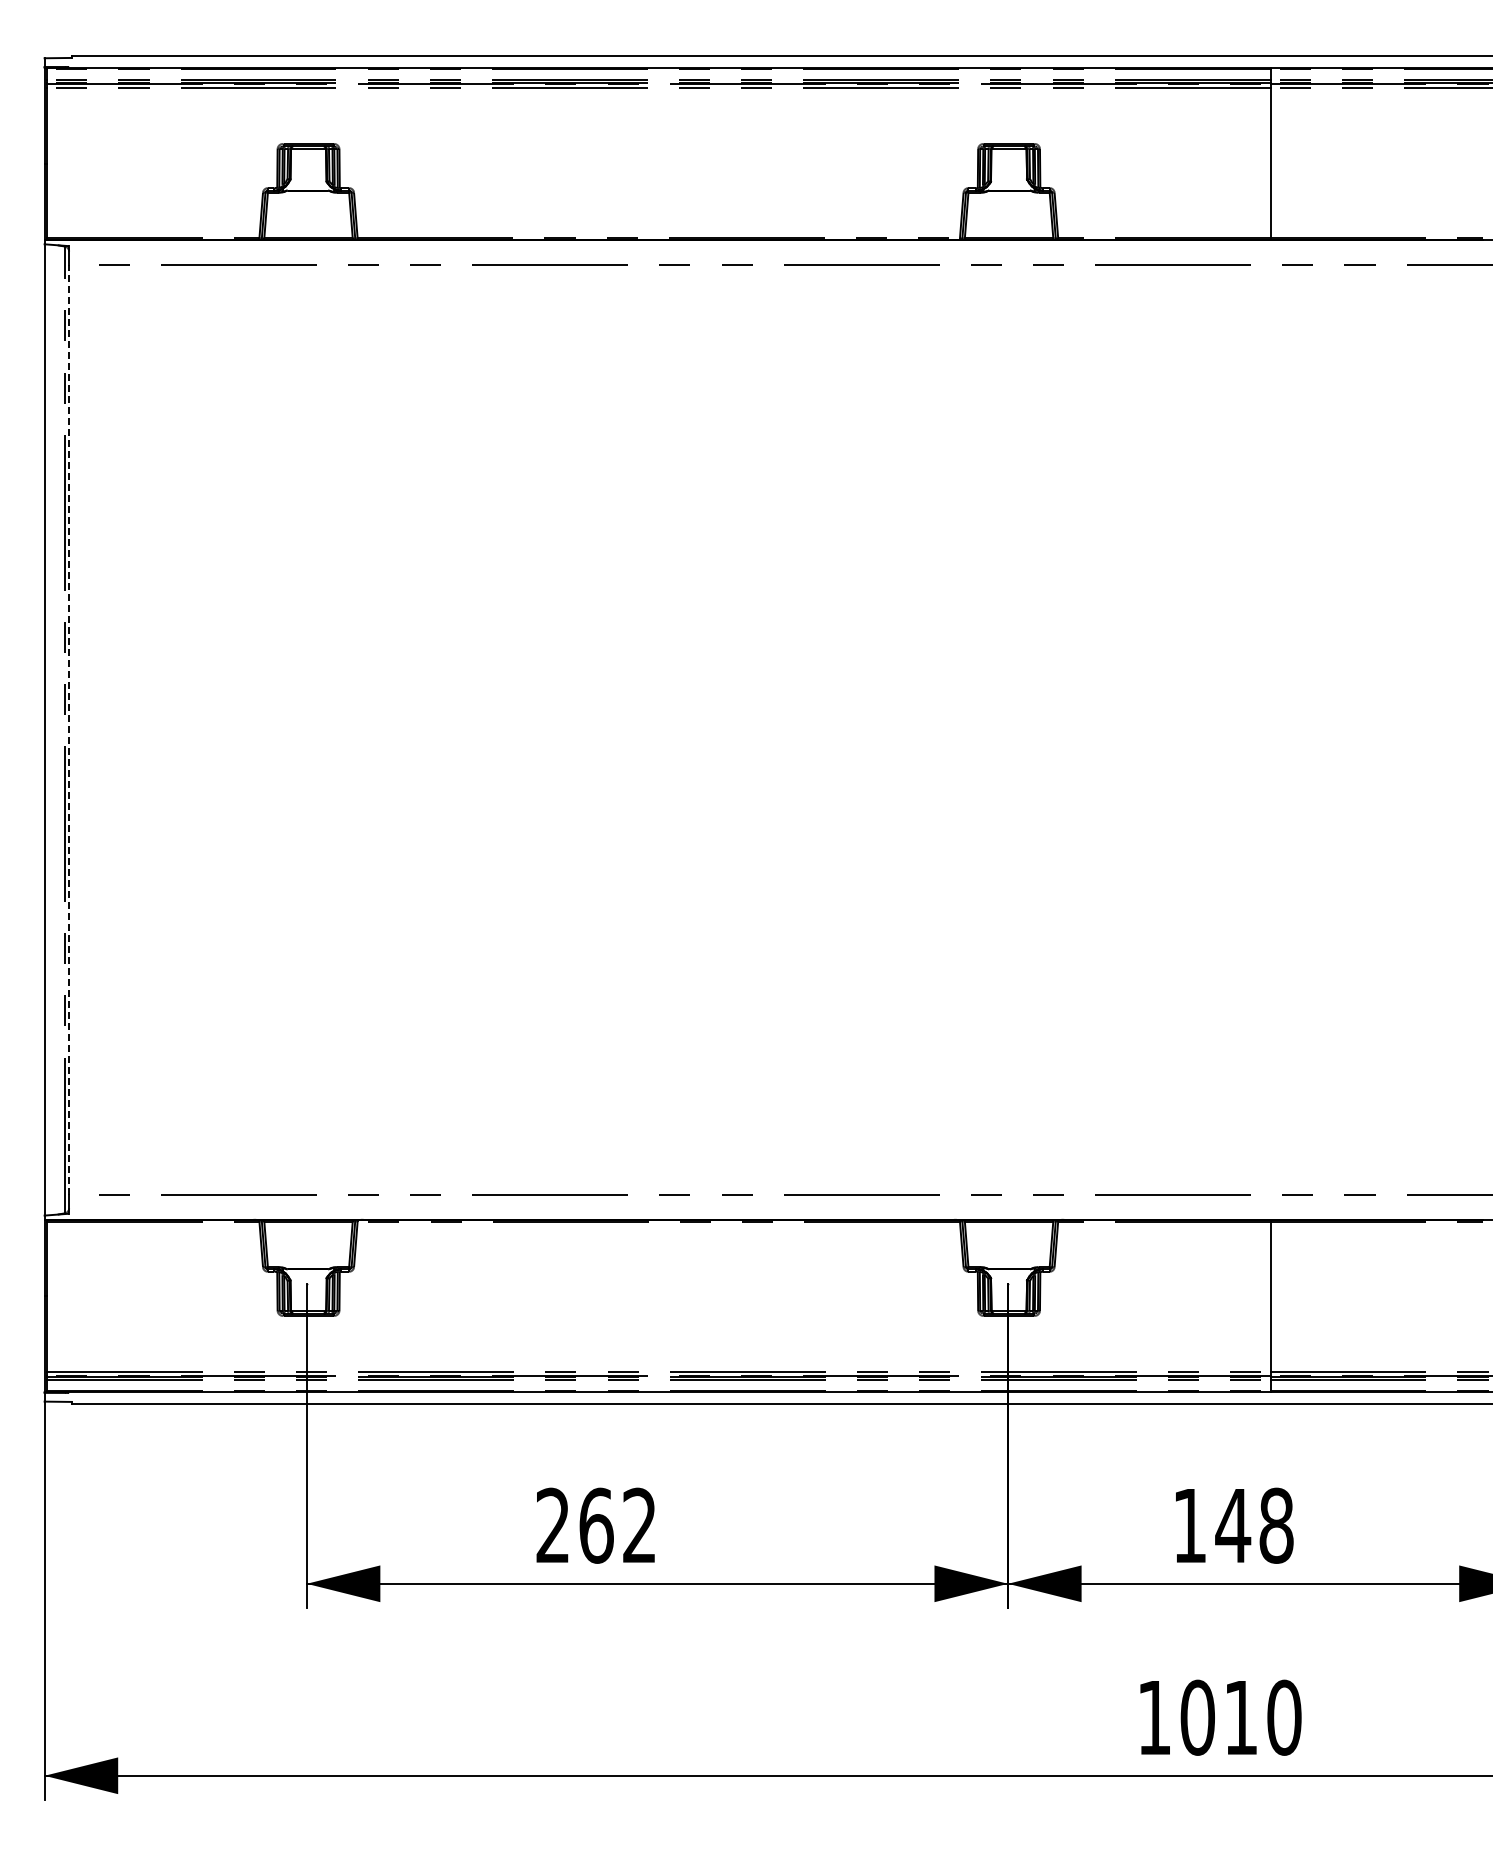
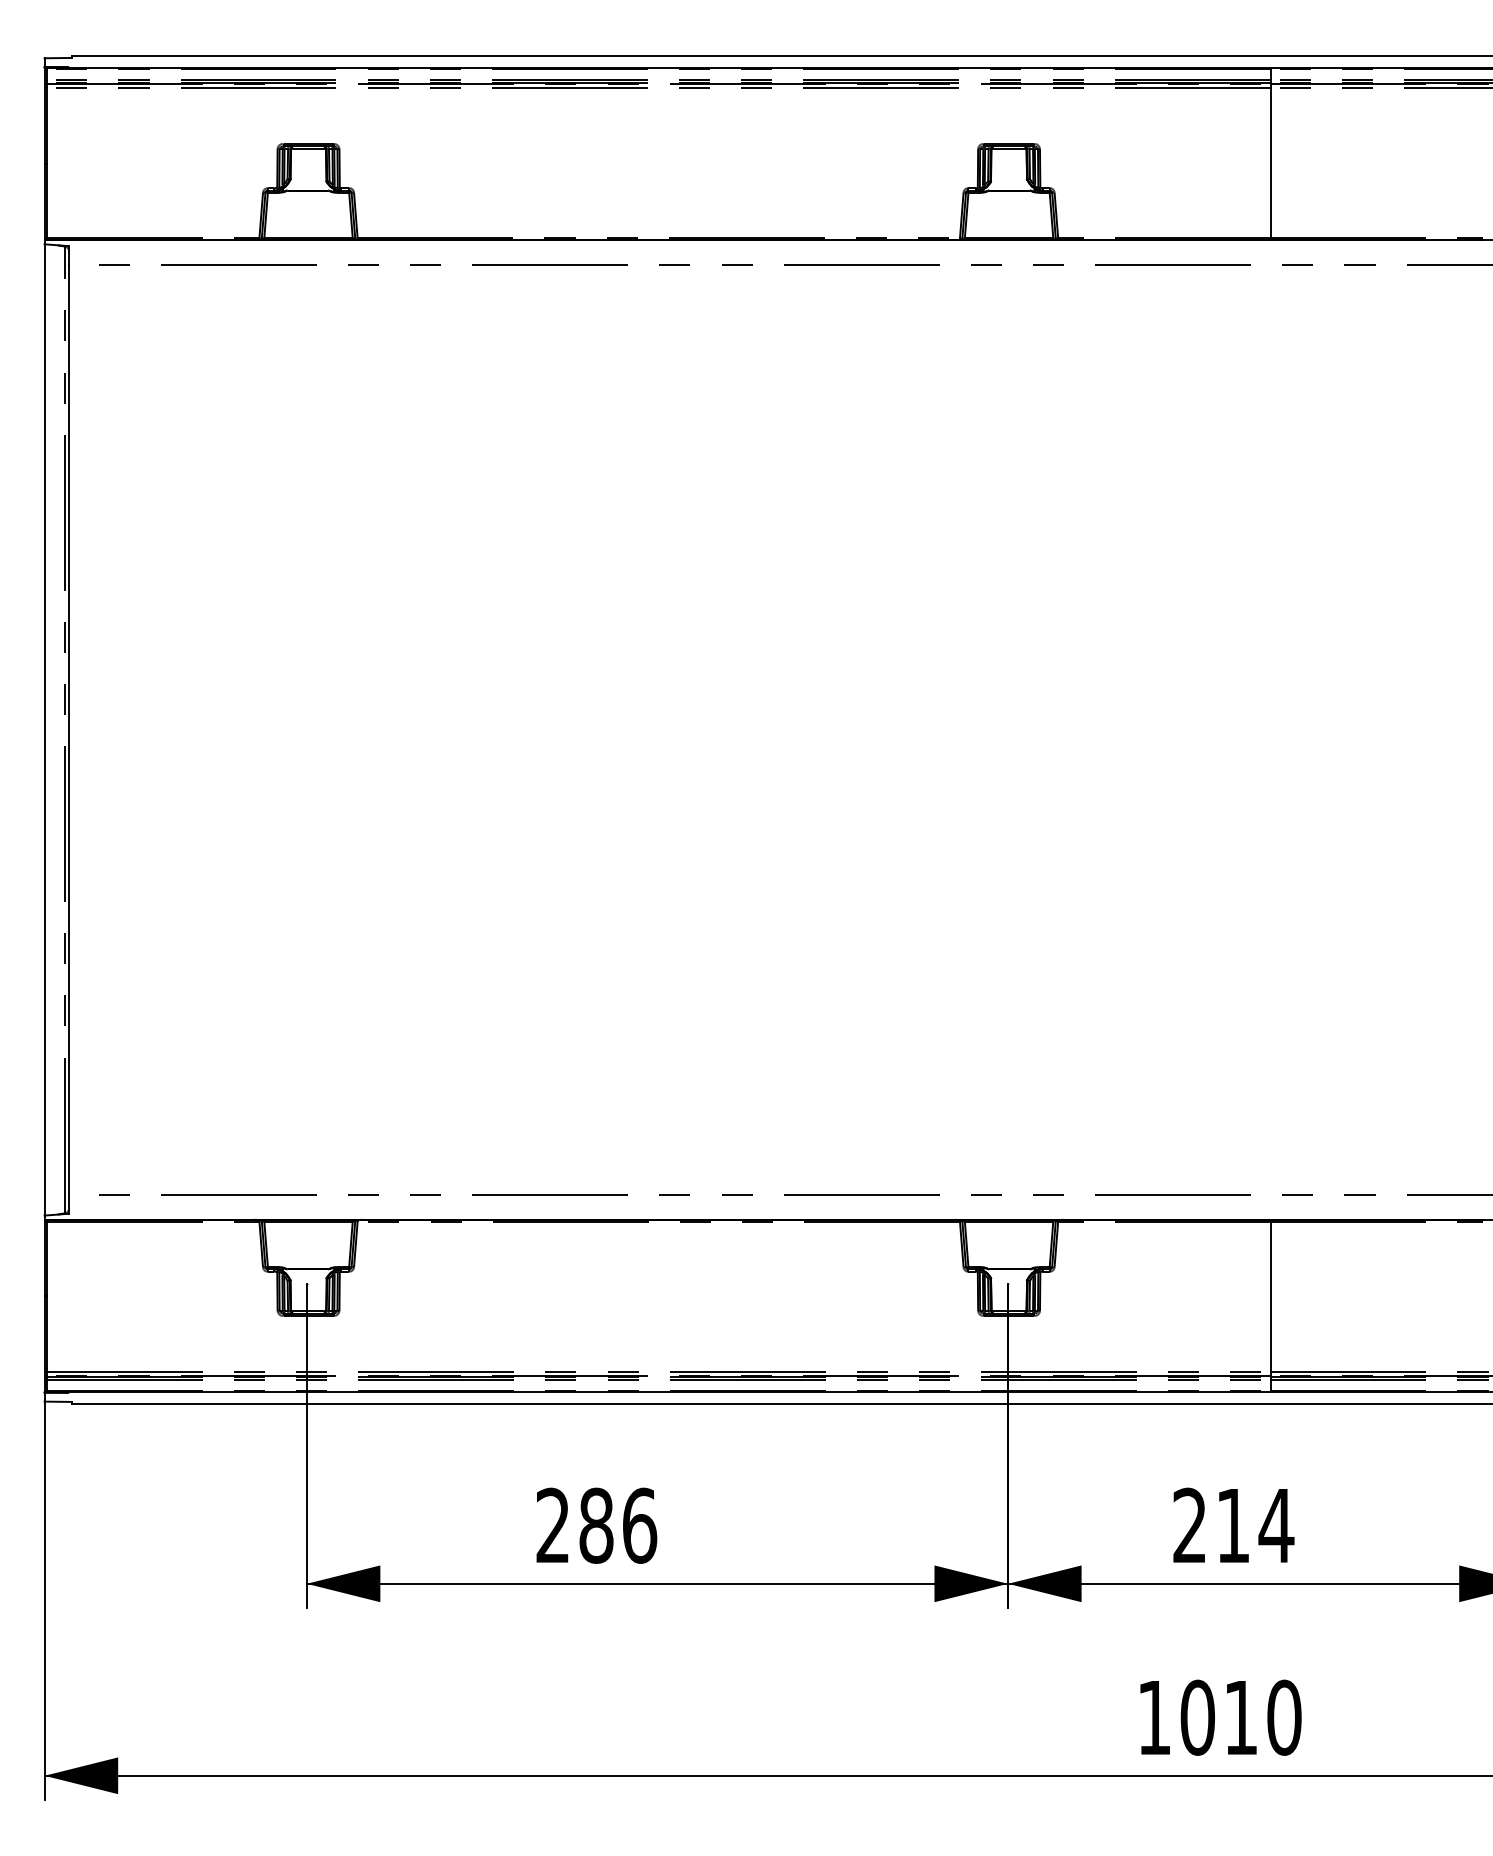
line at (69, 729): dashed -> solid
text at (618, 1525): 262 -> 286
text at (1233, 1525): 148 -> 214
